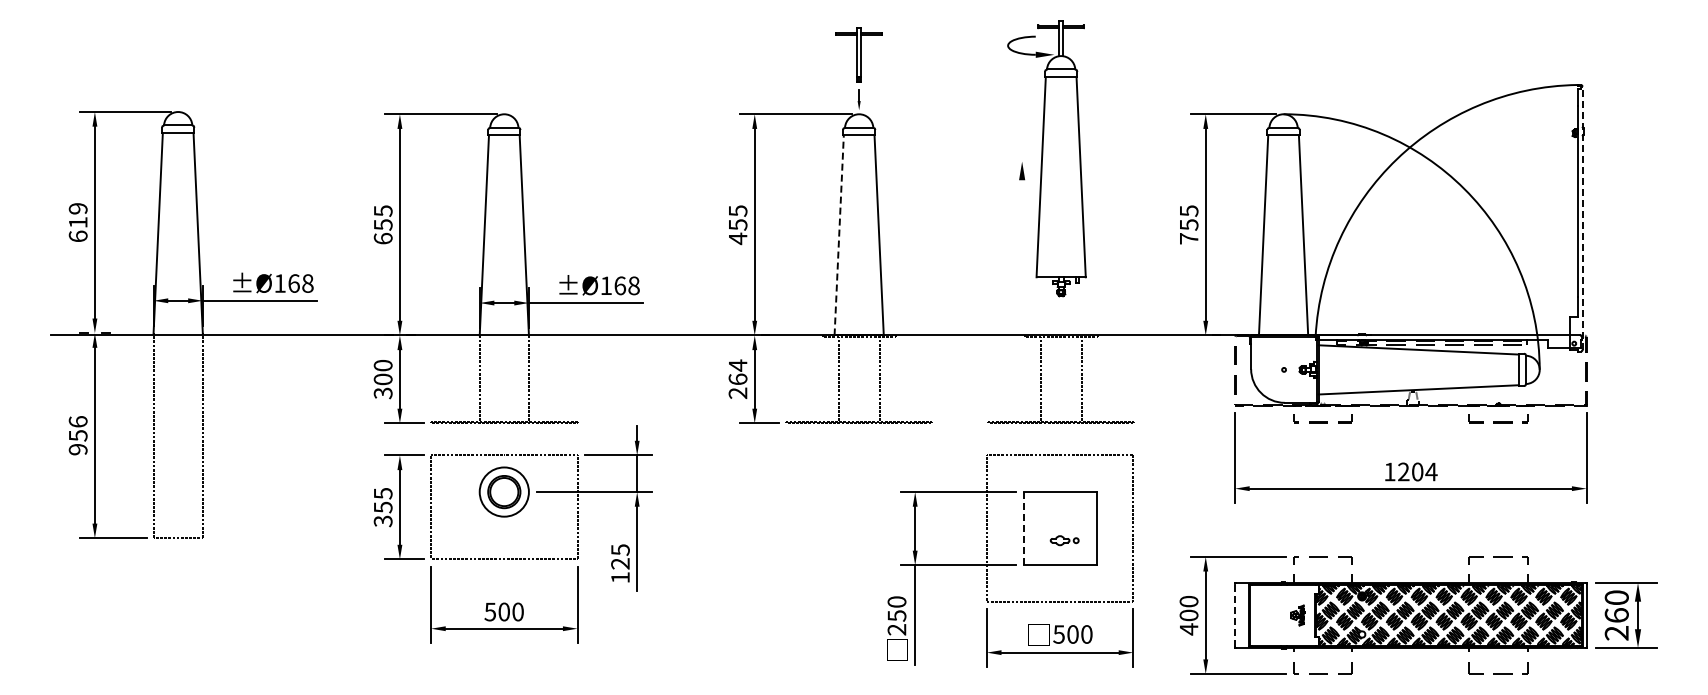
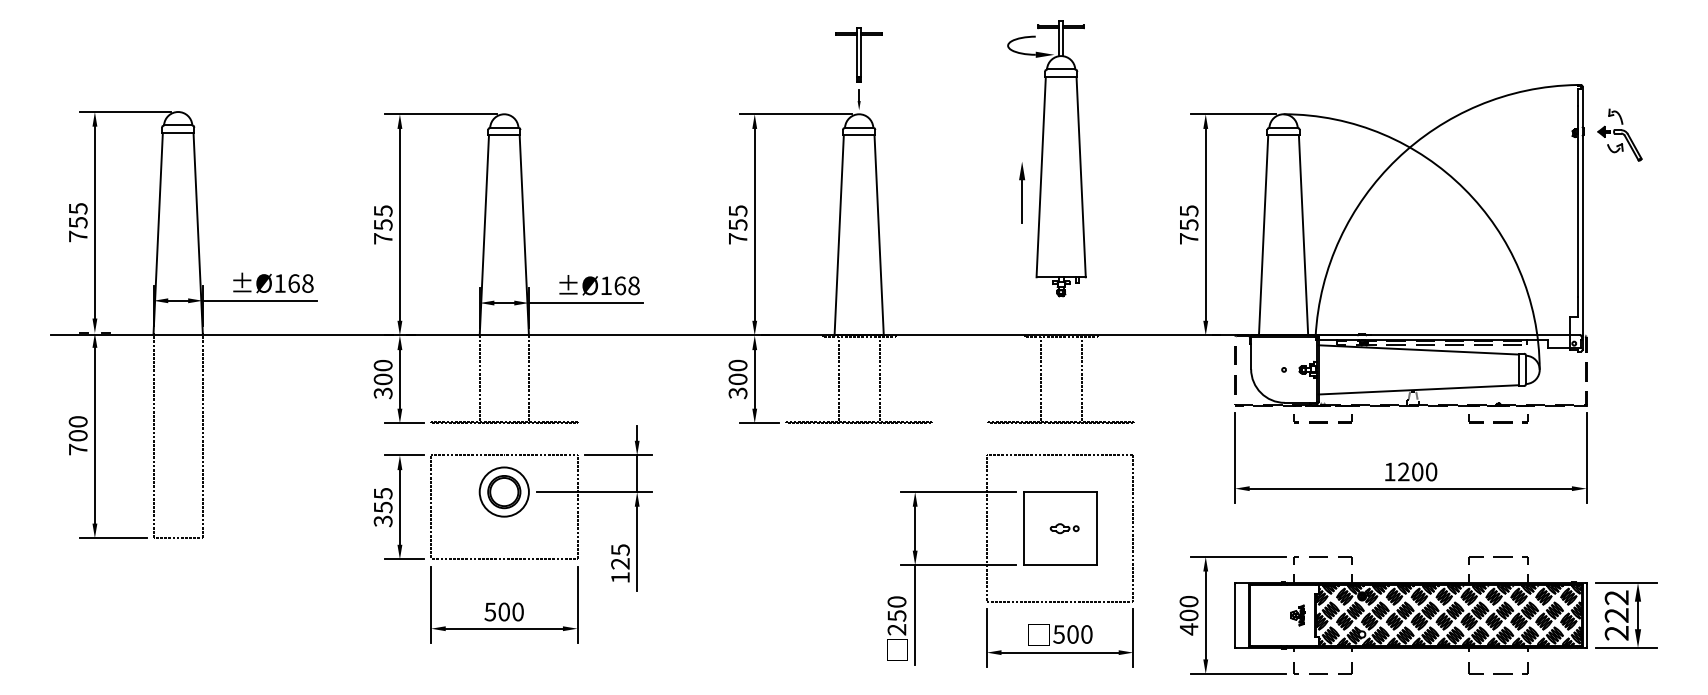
part at (1619, 134): none -> present
line at (1022, 201): none -> present
line at (1582, 217): dashed -> solid
text at (77, 222): 619 -> 755
line at (839, 234): dashed -> solid
text at (382, 238): 655 -> 755
text at (738, 238): 455 -> 755
text at (737, 379): 264 -> 300
text at (77, 435): 956 -> 700
text at (1431, 471): 1204 -> 1200
line at (1023, 528): dashed -> solid
part at (1064, 540) position: (1064, 540) -> (1064, 528)
text at (1616, 606): 260 -> 222
line at (1235, 615): dashed -> solid
